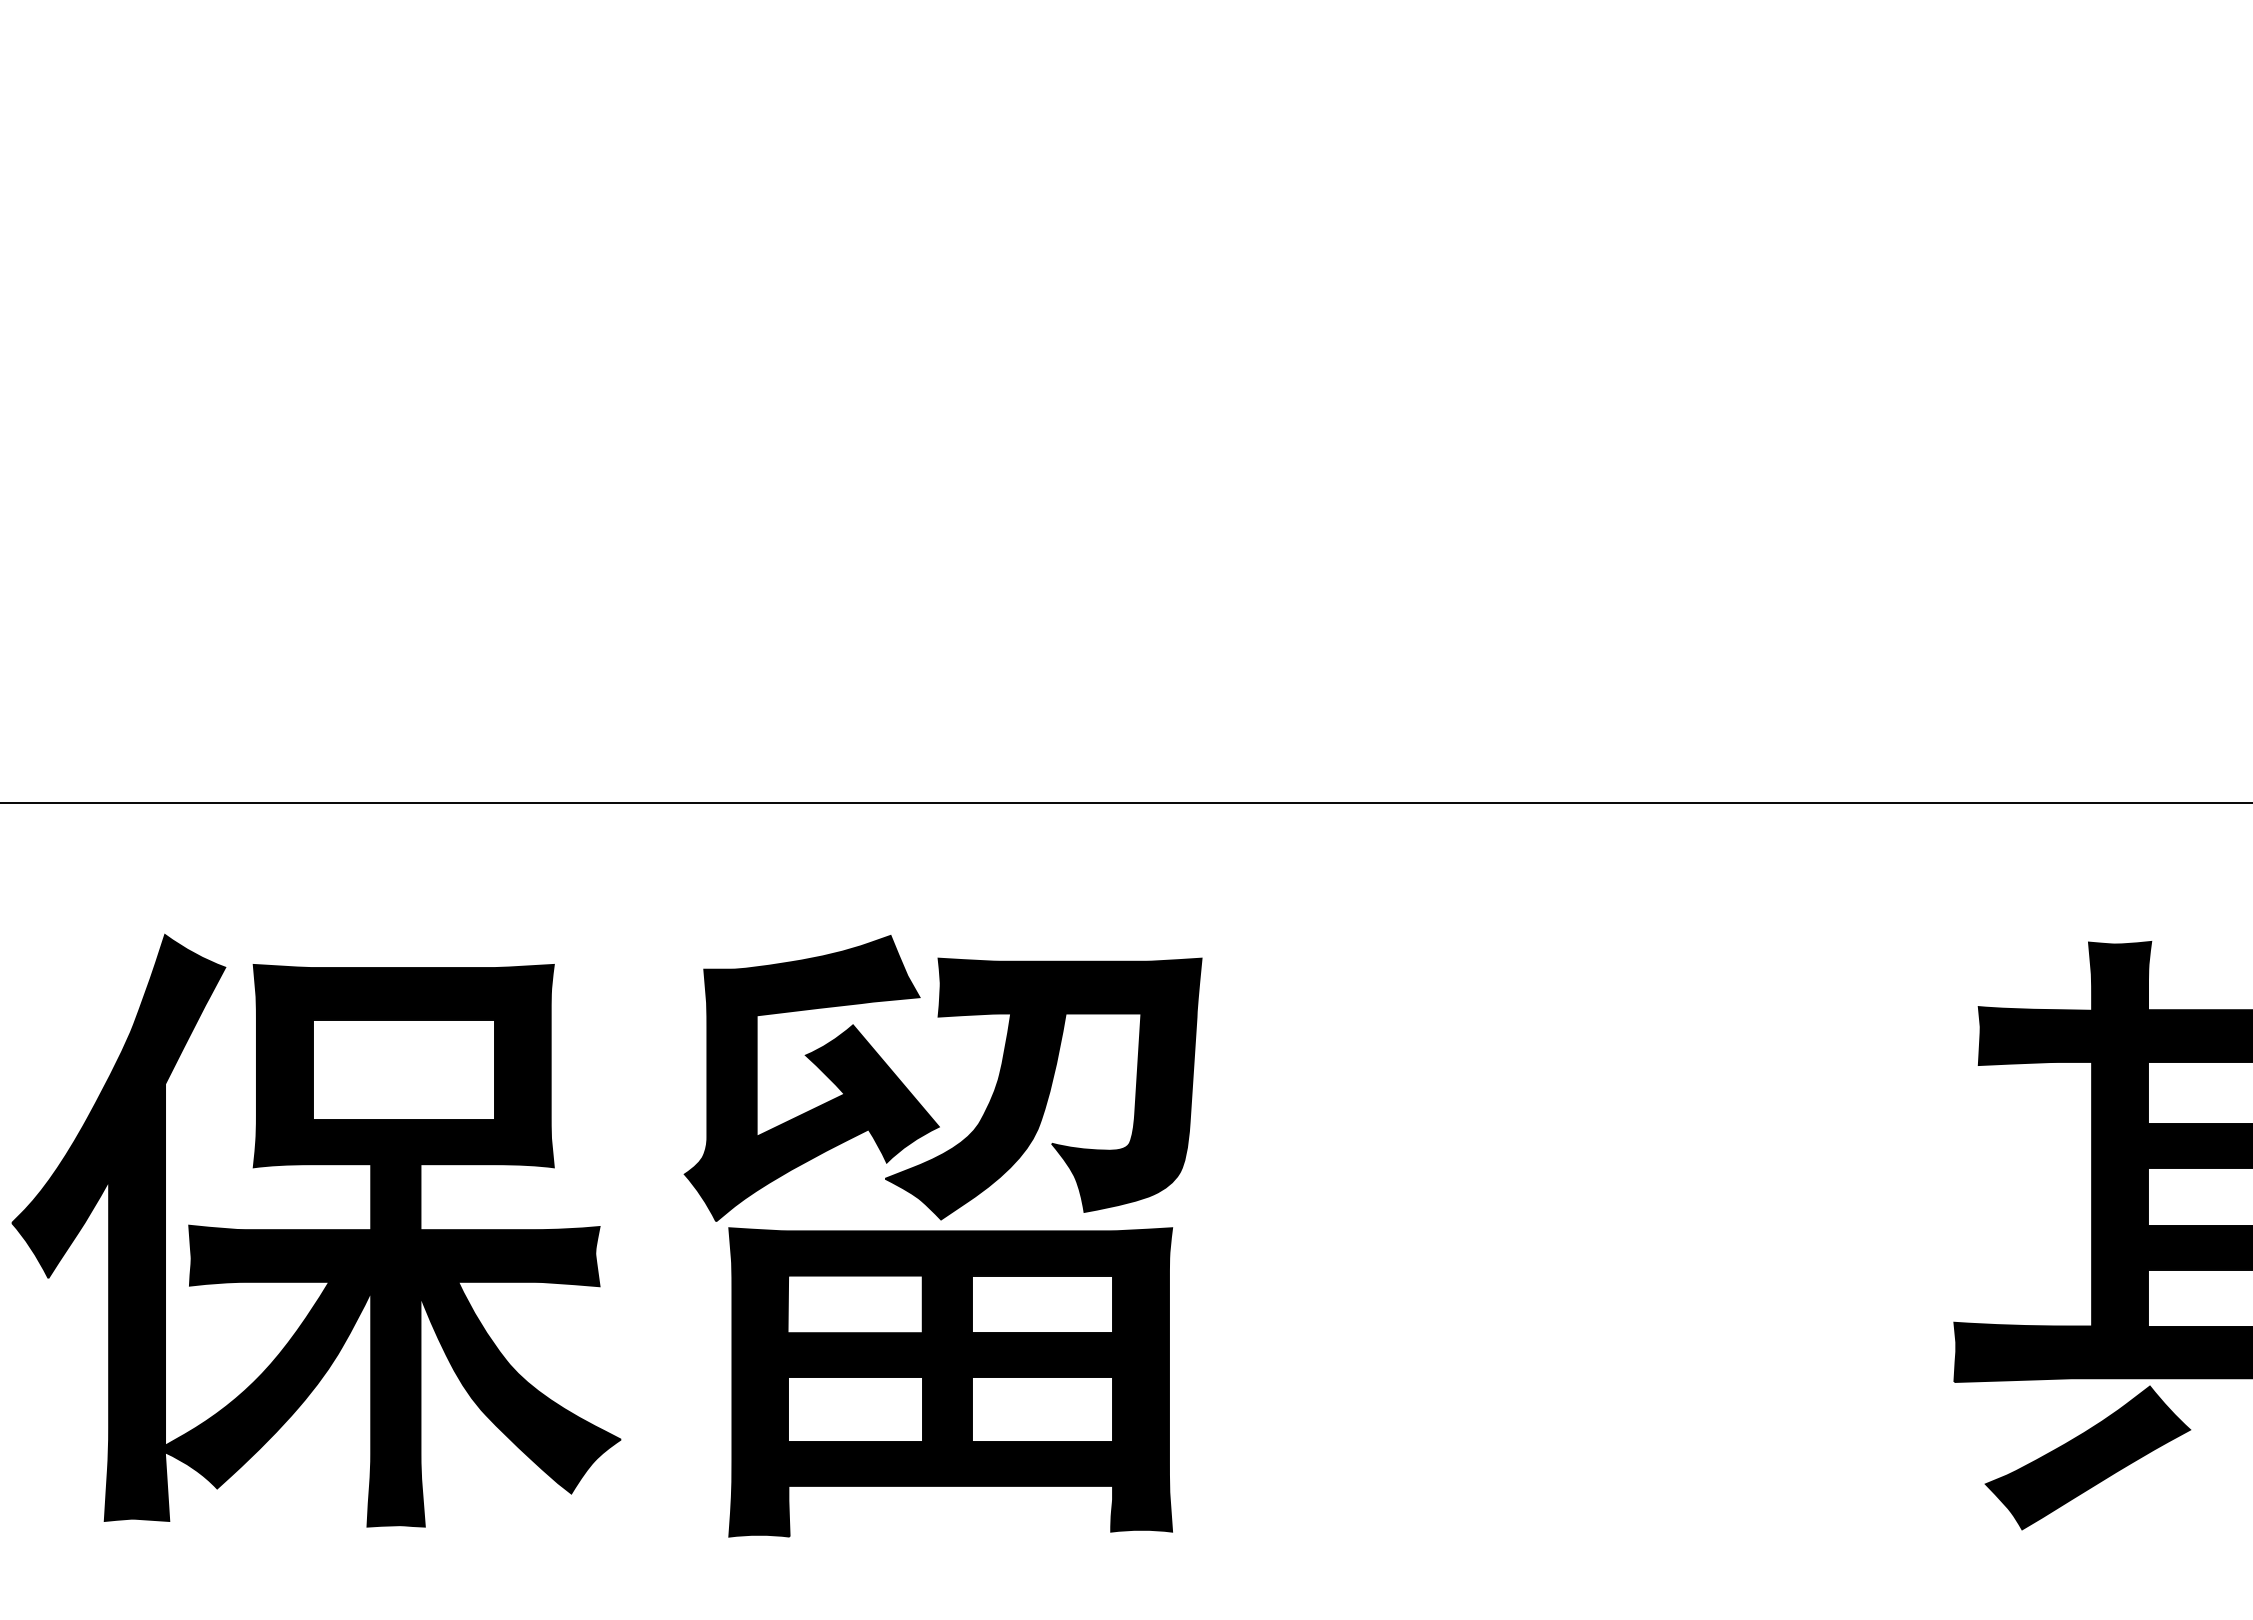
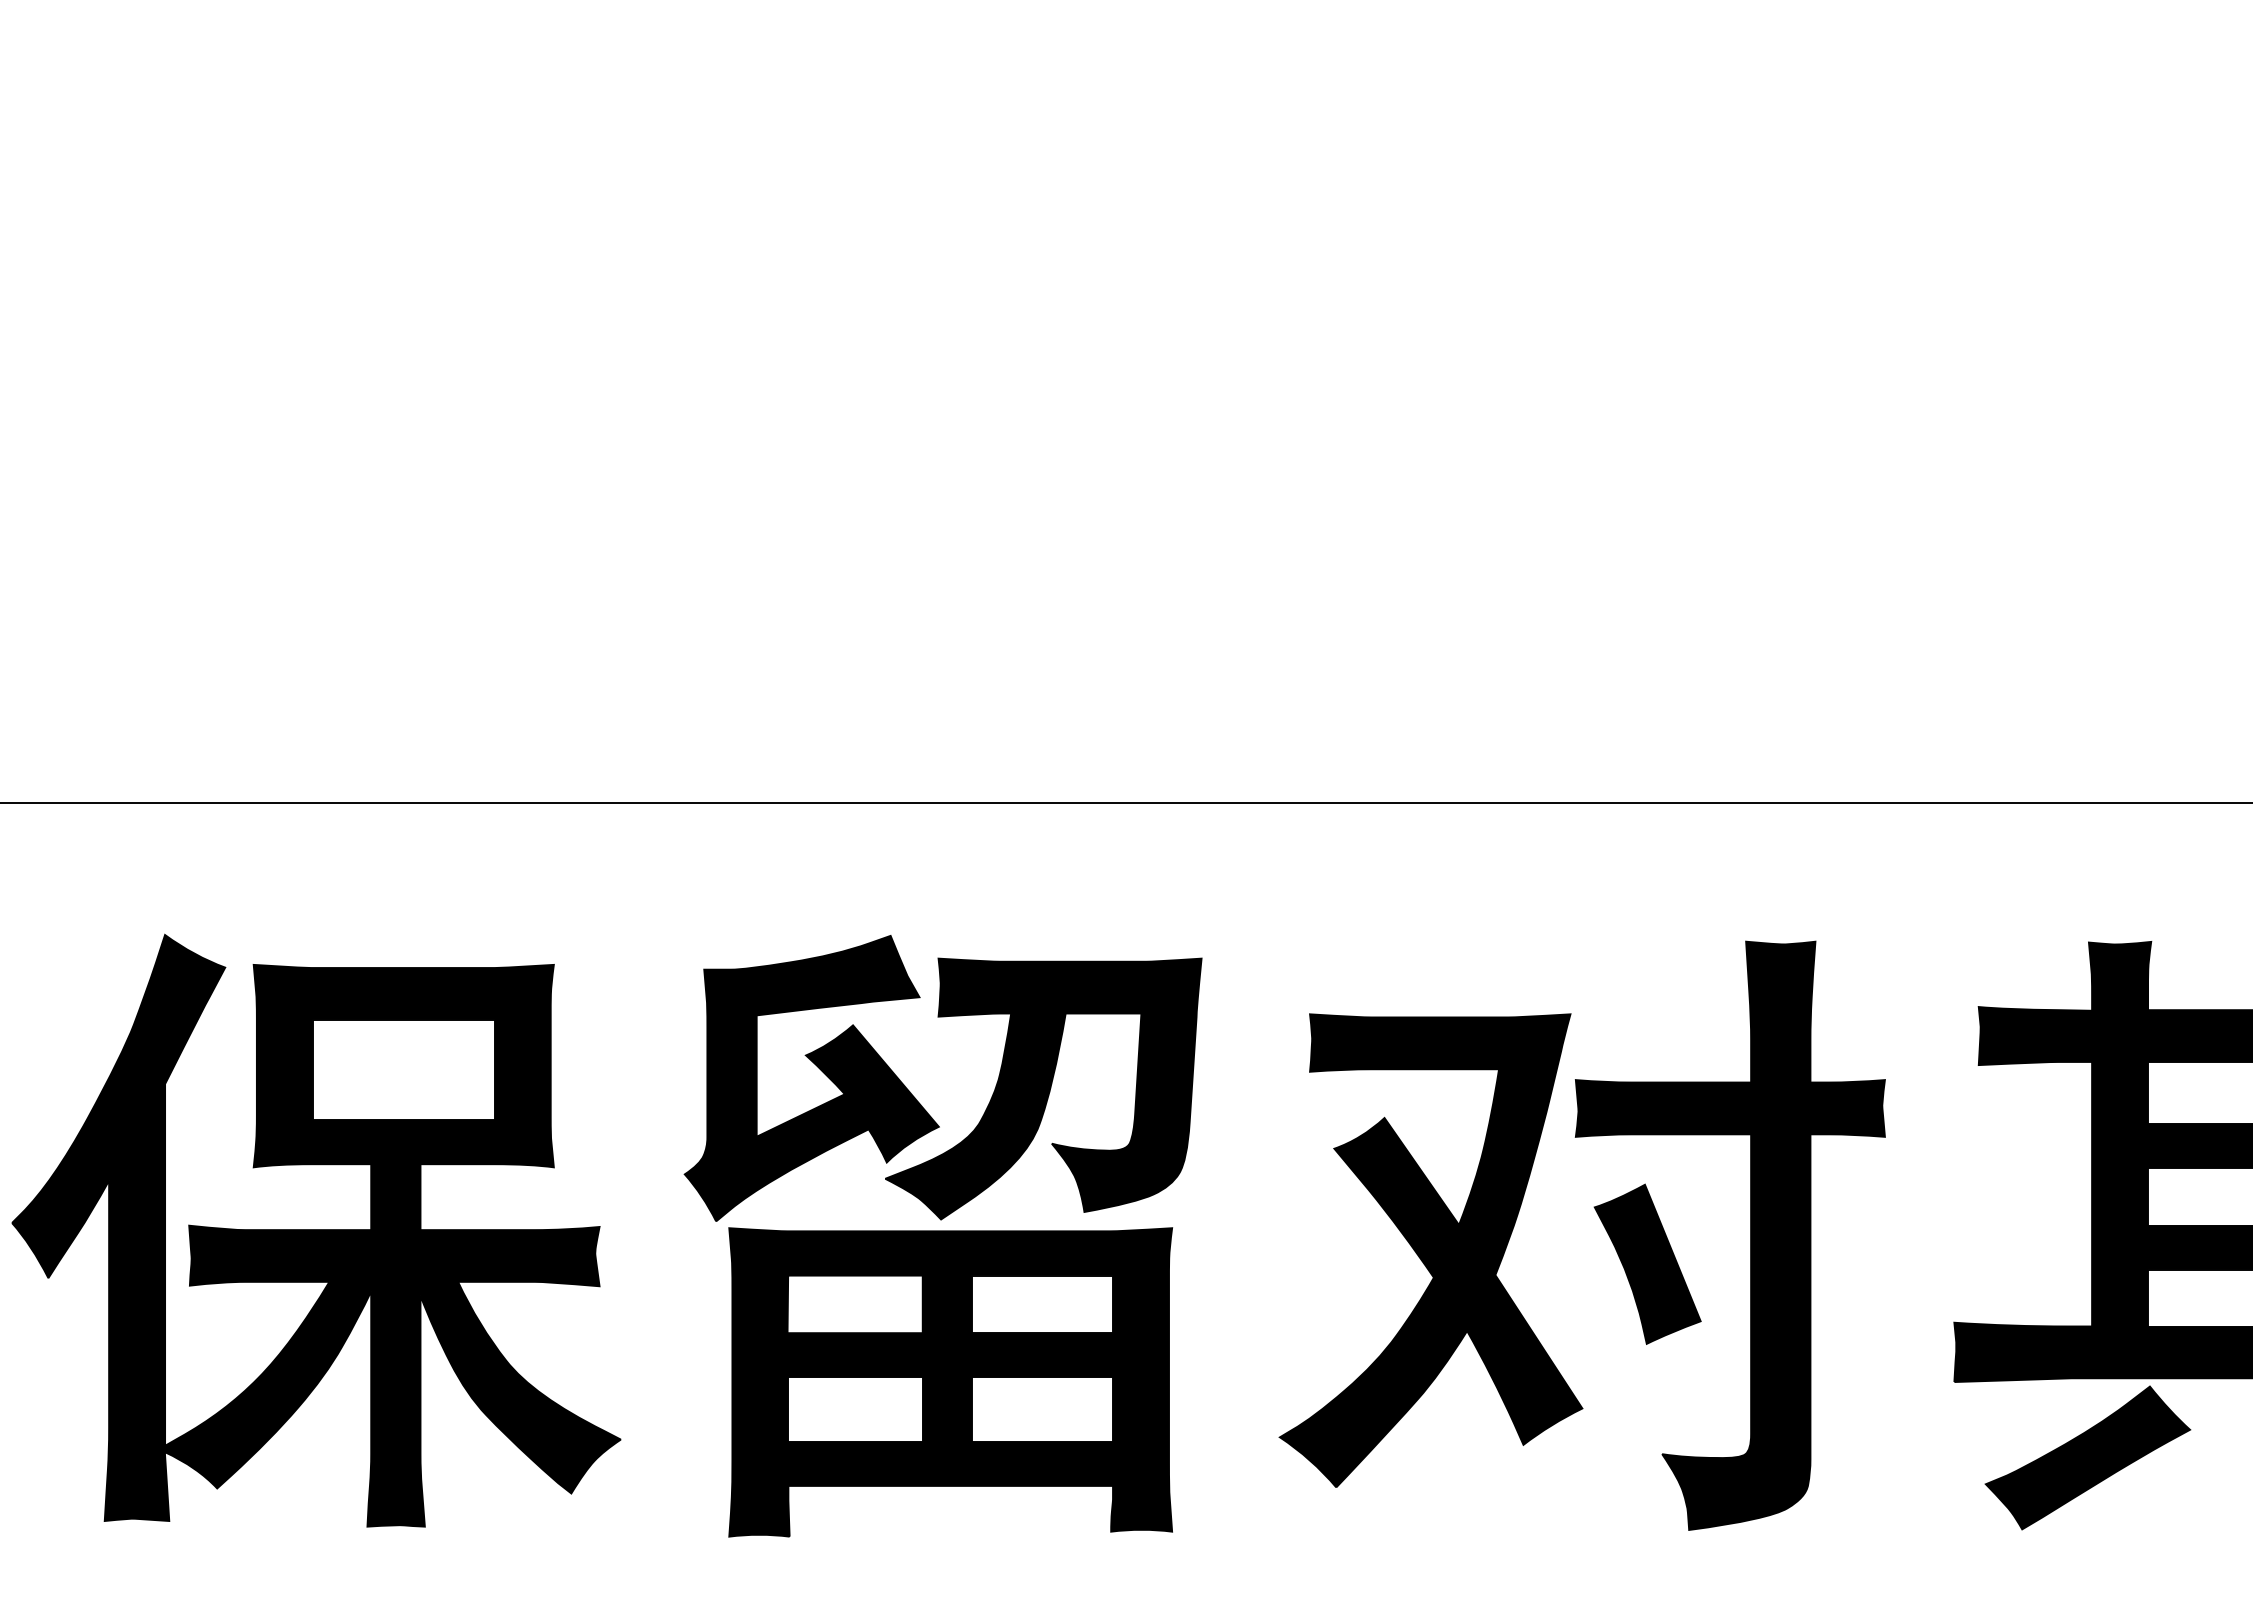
part at (1602, 1224): none -> present
